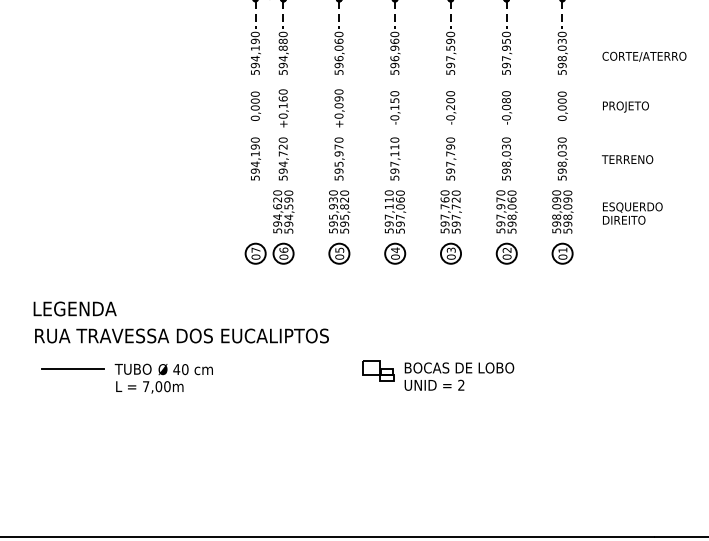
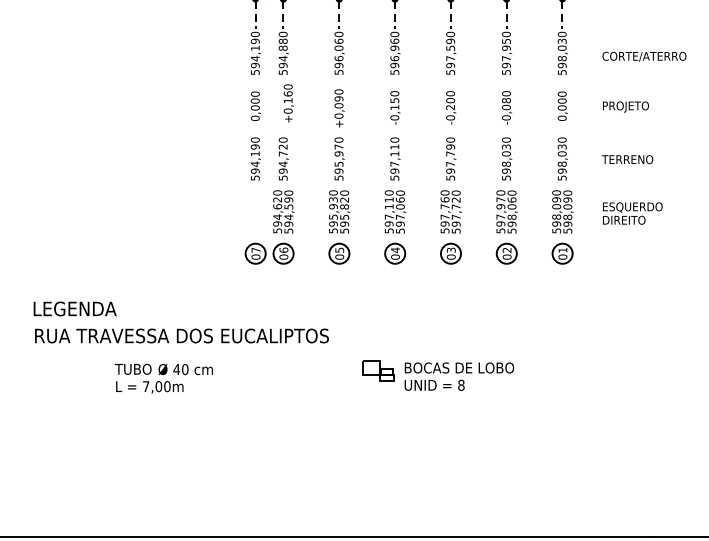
text at (283, 108) position: (283, 108) -> (288, 103)
line at (72, 369): present -> none
text at (461, 384): 2 -> 8
